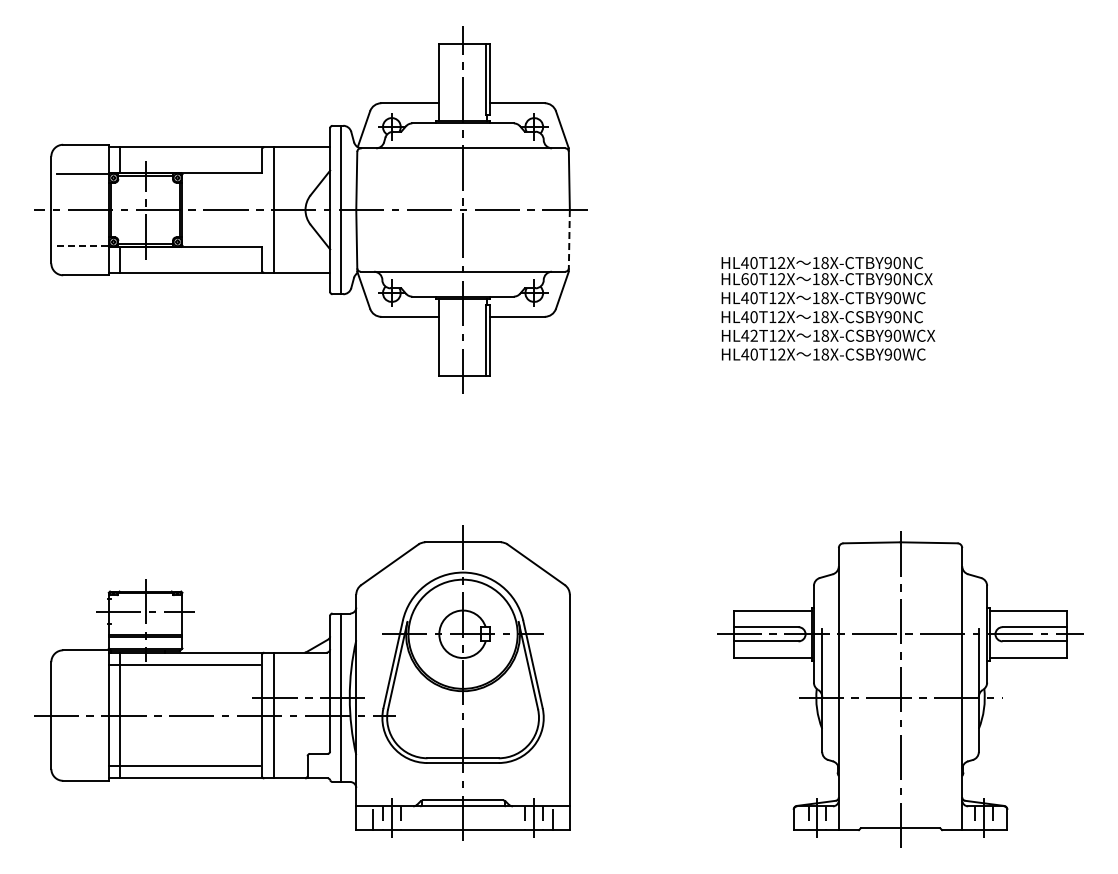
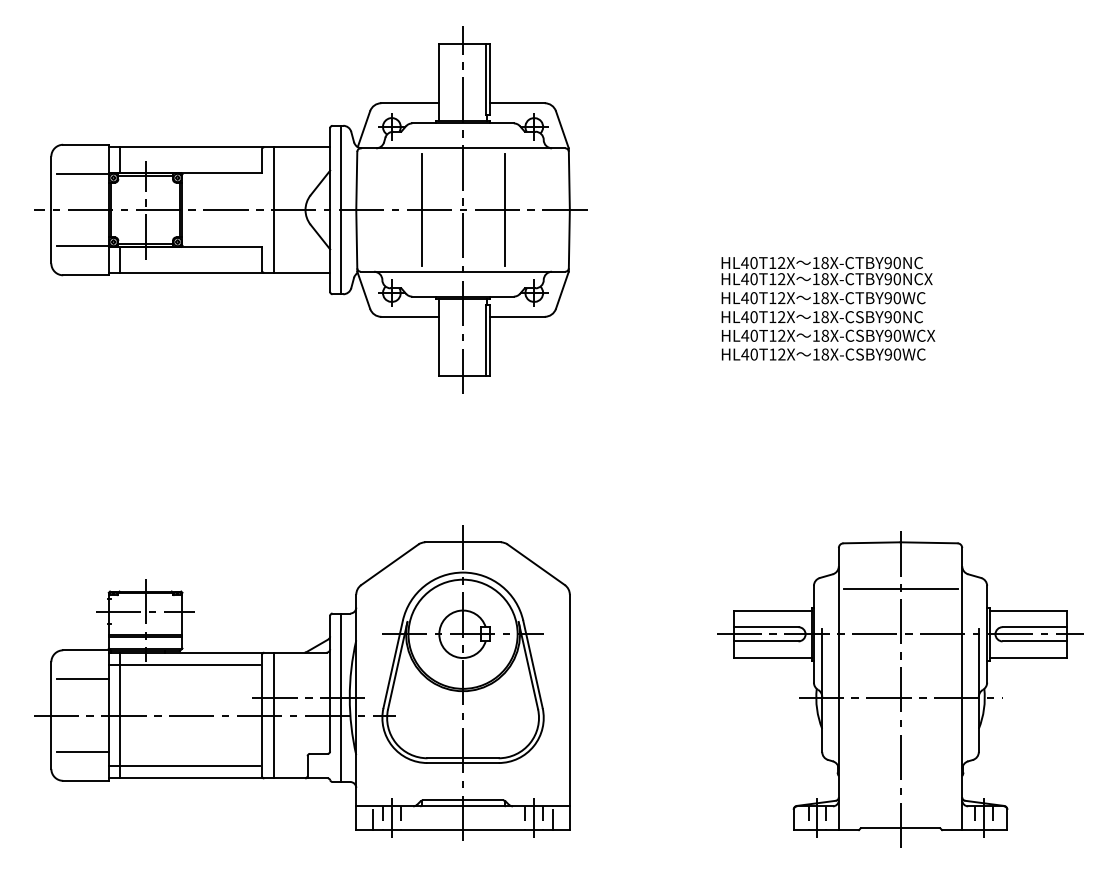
line at (421, 209): none -> present
line at (504, 209): none -> present
line at (569, 240): dashed -> solid
line at (83, 246): dashed -> solid
text at (745, 279): HL60T12X -> HL40T12X
text at (753, 335): HL42T12X -> HL40T12X
line at (900, 588): none -> present
line at (83, 679): none -> present
line at (83, 751): none -> present
